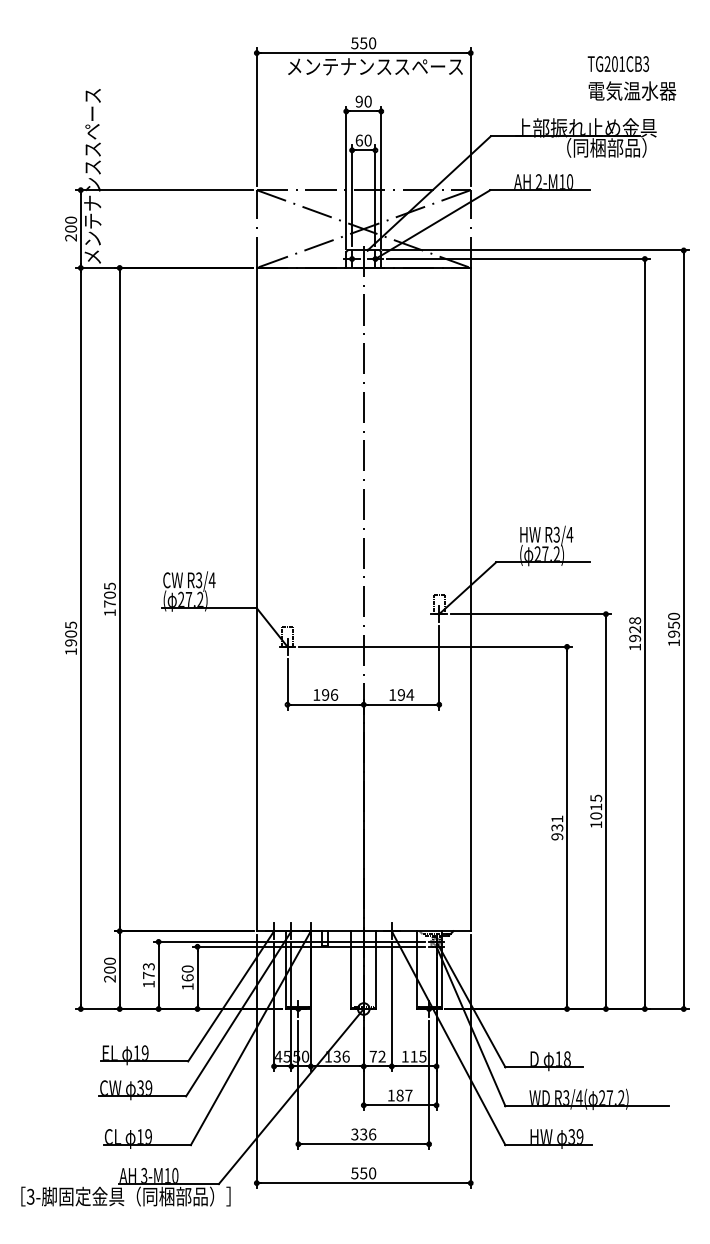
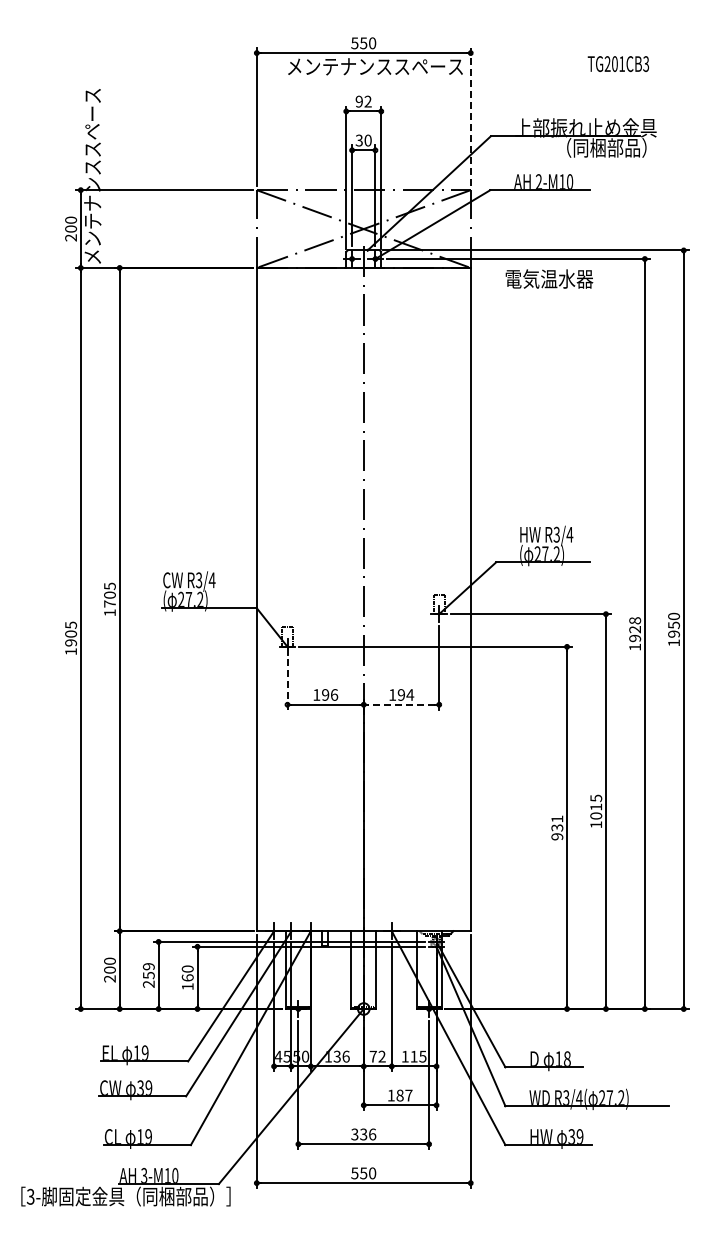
text at (632, 90) position: (632, 90) -> (549, 278)
text at (367, 101): 90 -> 92
line at (470, 116): solid -> dashed
text at (358, 140): 60 -> 30
line at (287, 684): solid -> dashed
line at (401, 704): solid -> dashed
text at (148, 975): 173 -> 259
